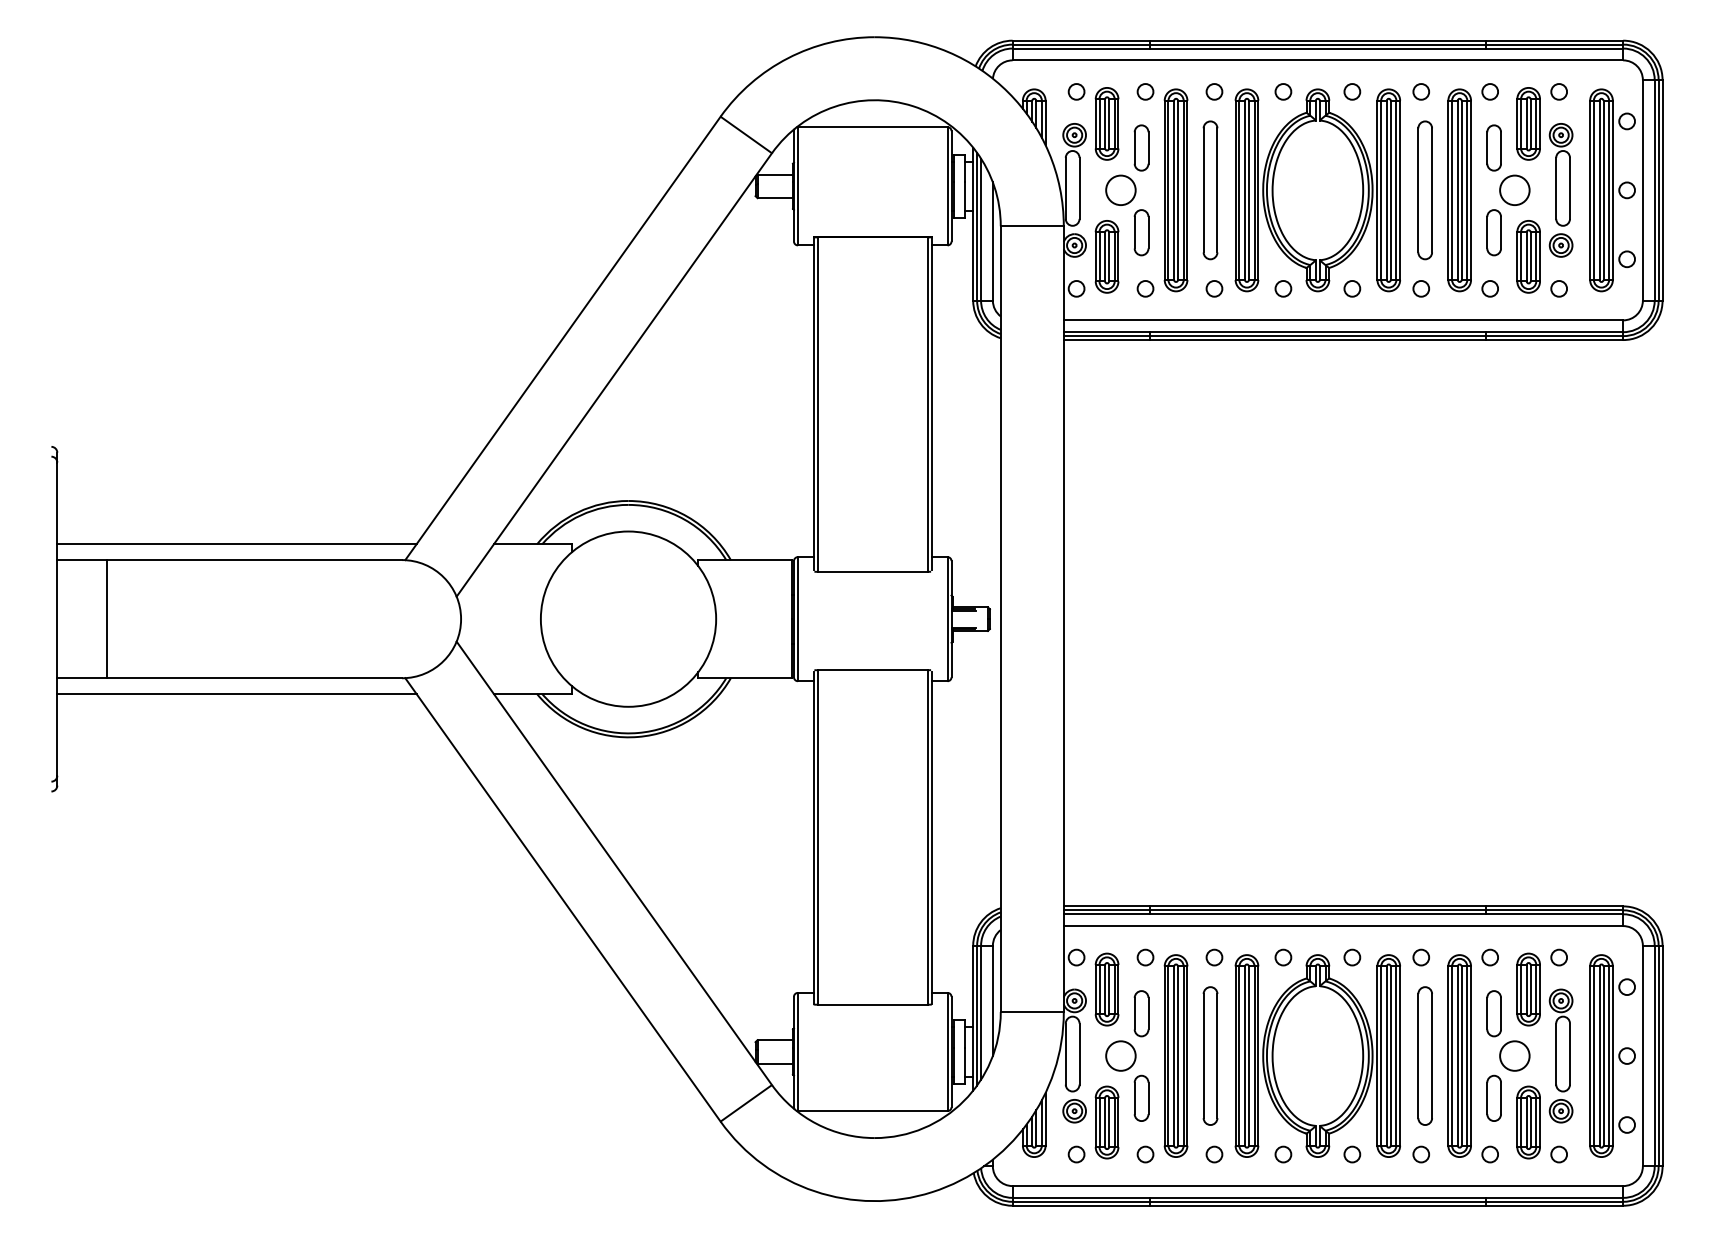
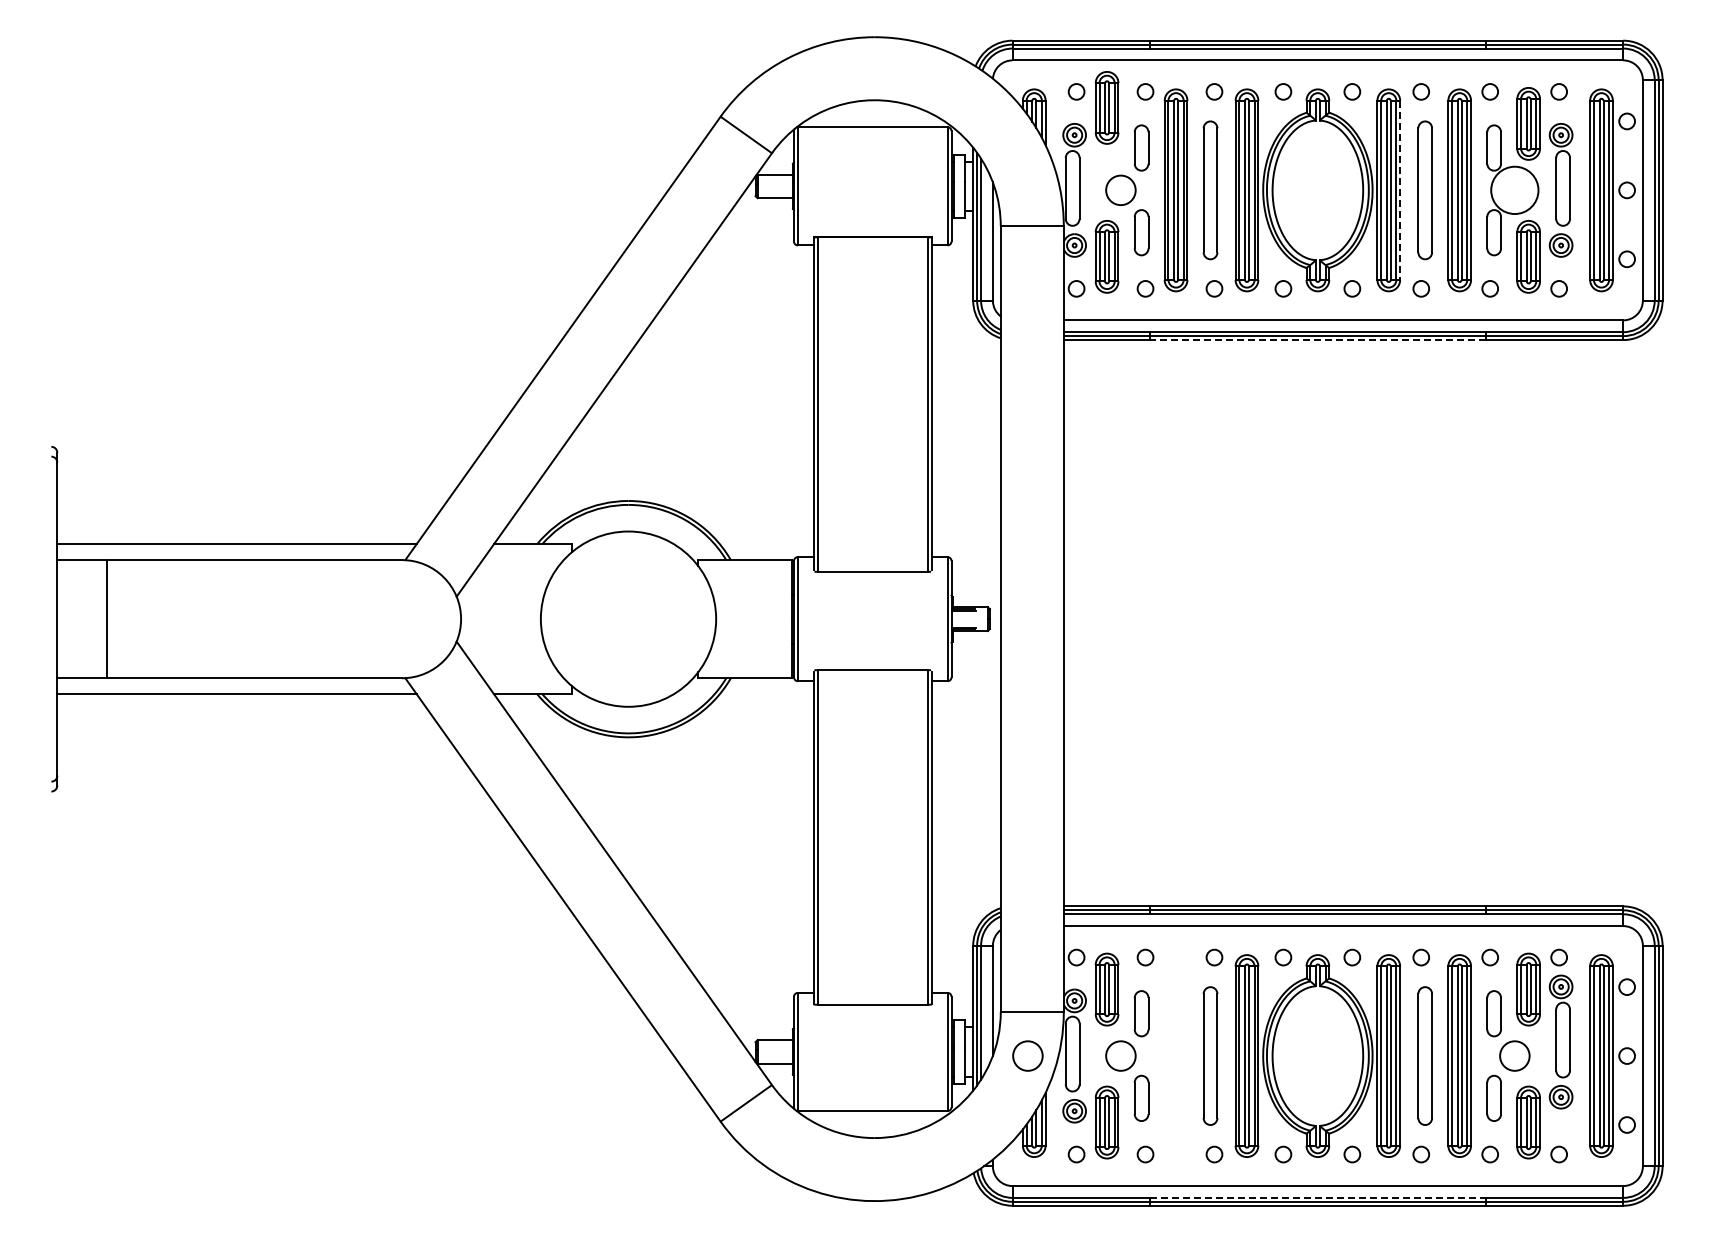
part at (1106, 123) position: (1106, 123) -> (1106, 107)
line at (1400, 190): solid -> dashed
circle at (1514, 190) diameter: 30 px -> 47 px
line at (1317, 340): solid -> dashed
circle at (1027, 1055): none -> present
part at (1175, 1055): present -> none
part at (1560, 1055) position: (1560, 1055) -> (1560, 1041)
line at (1317, 1197): solid -> dashed
